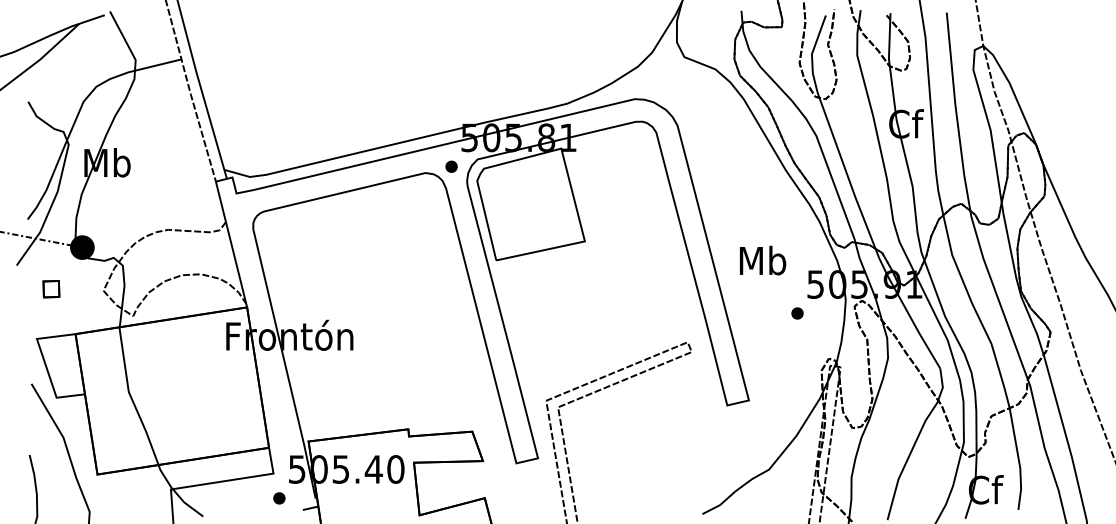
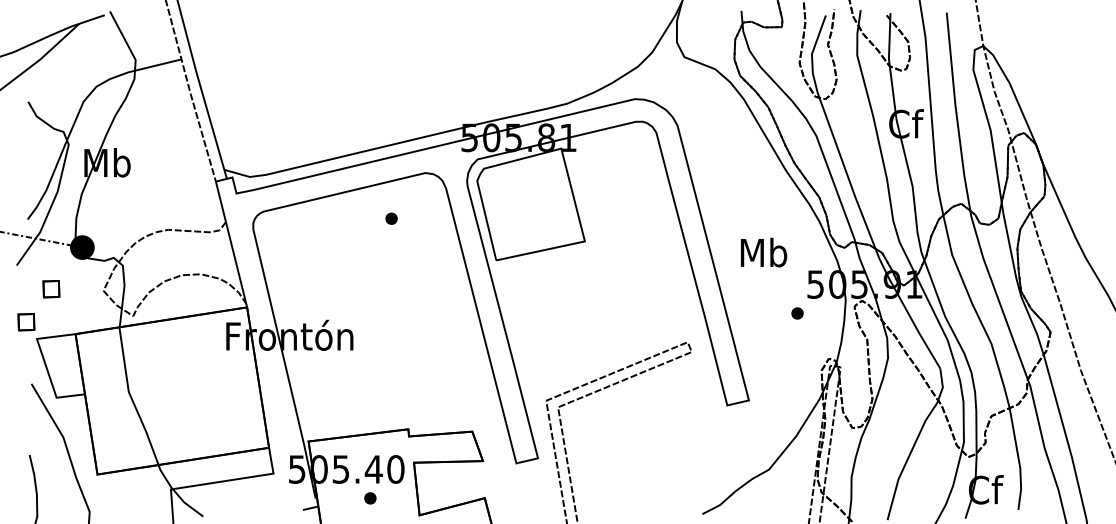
part at (451, 166) position: (451, 166) -> (391, 218)
text at (763, 260) position: (763, 260) -> (764, 252)
part at (26, 322): none -> present
part at (279, 498) position: (279, 498) -> (370, 498)
